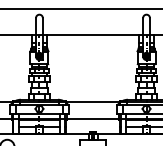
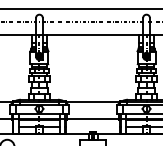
line at (80, 21): none -> present
